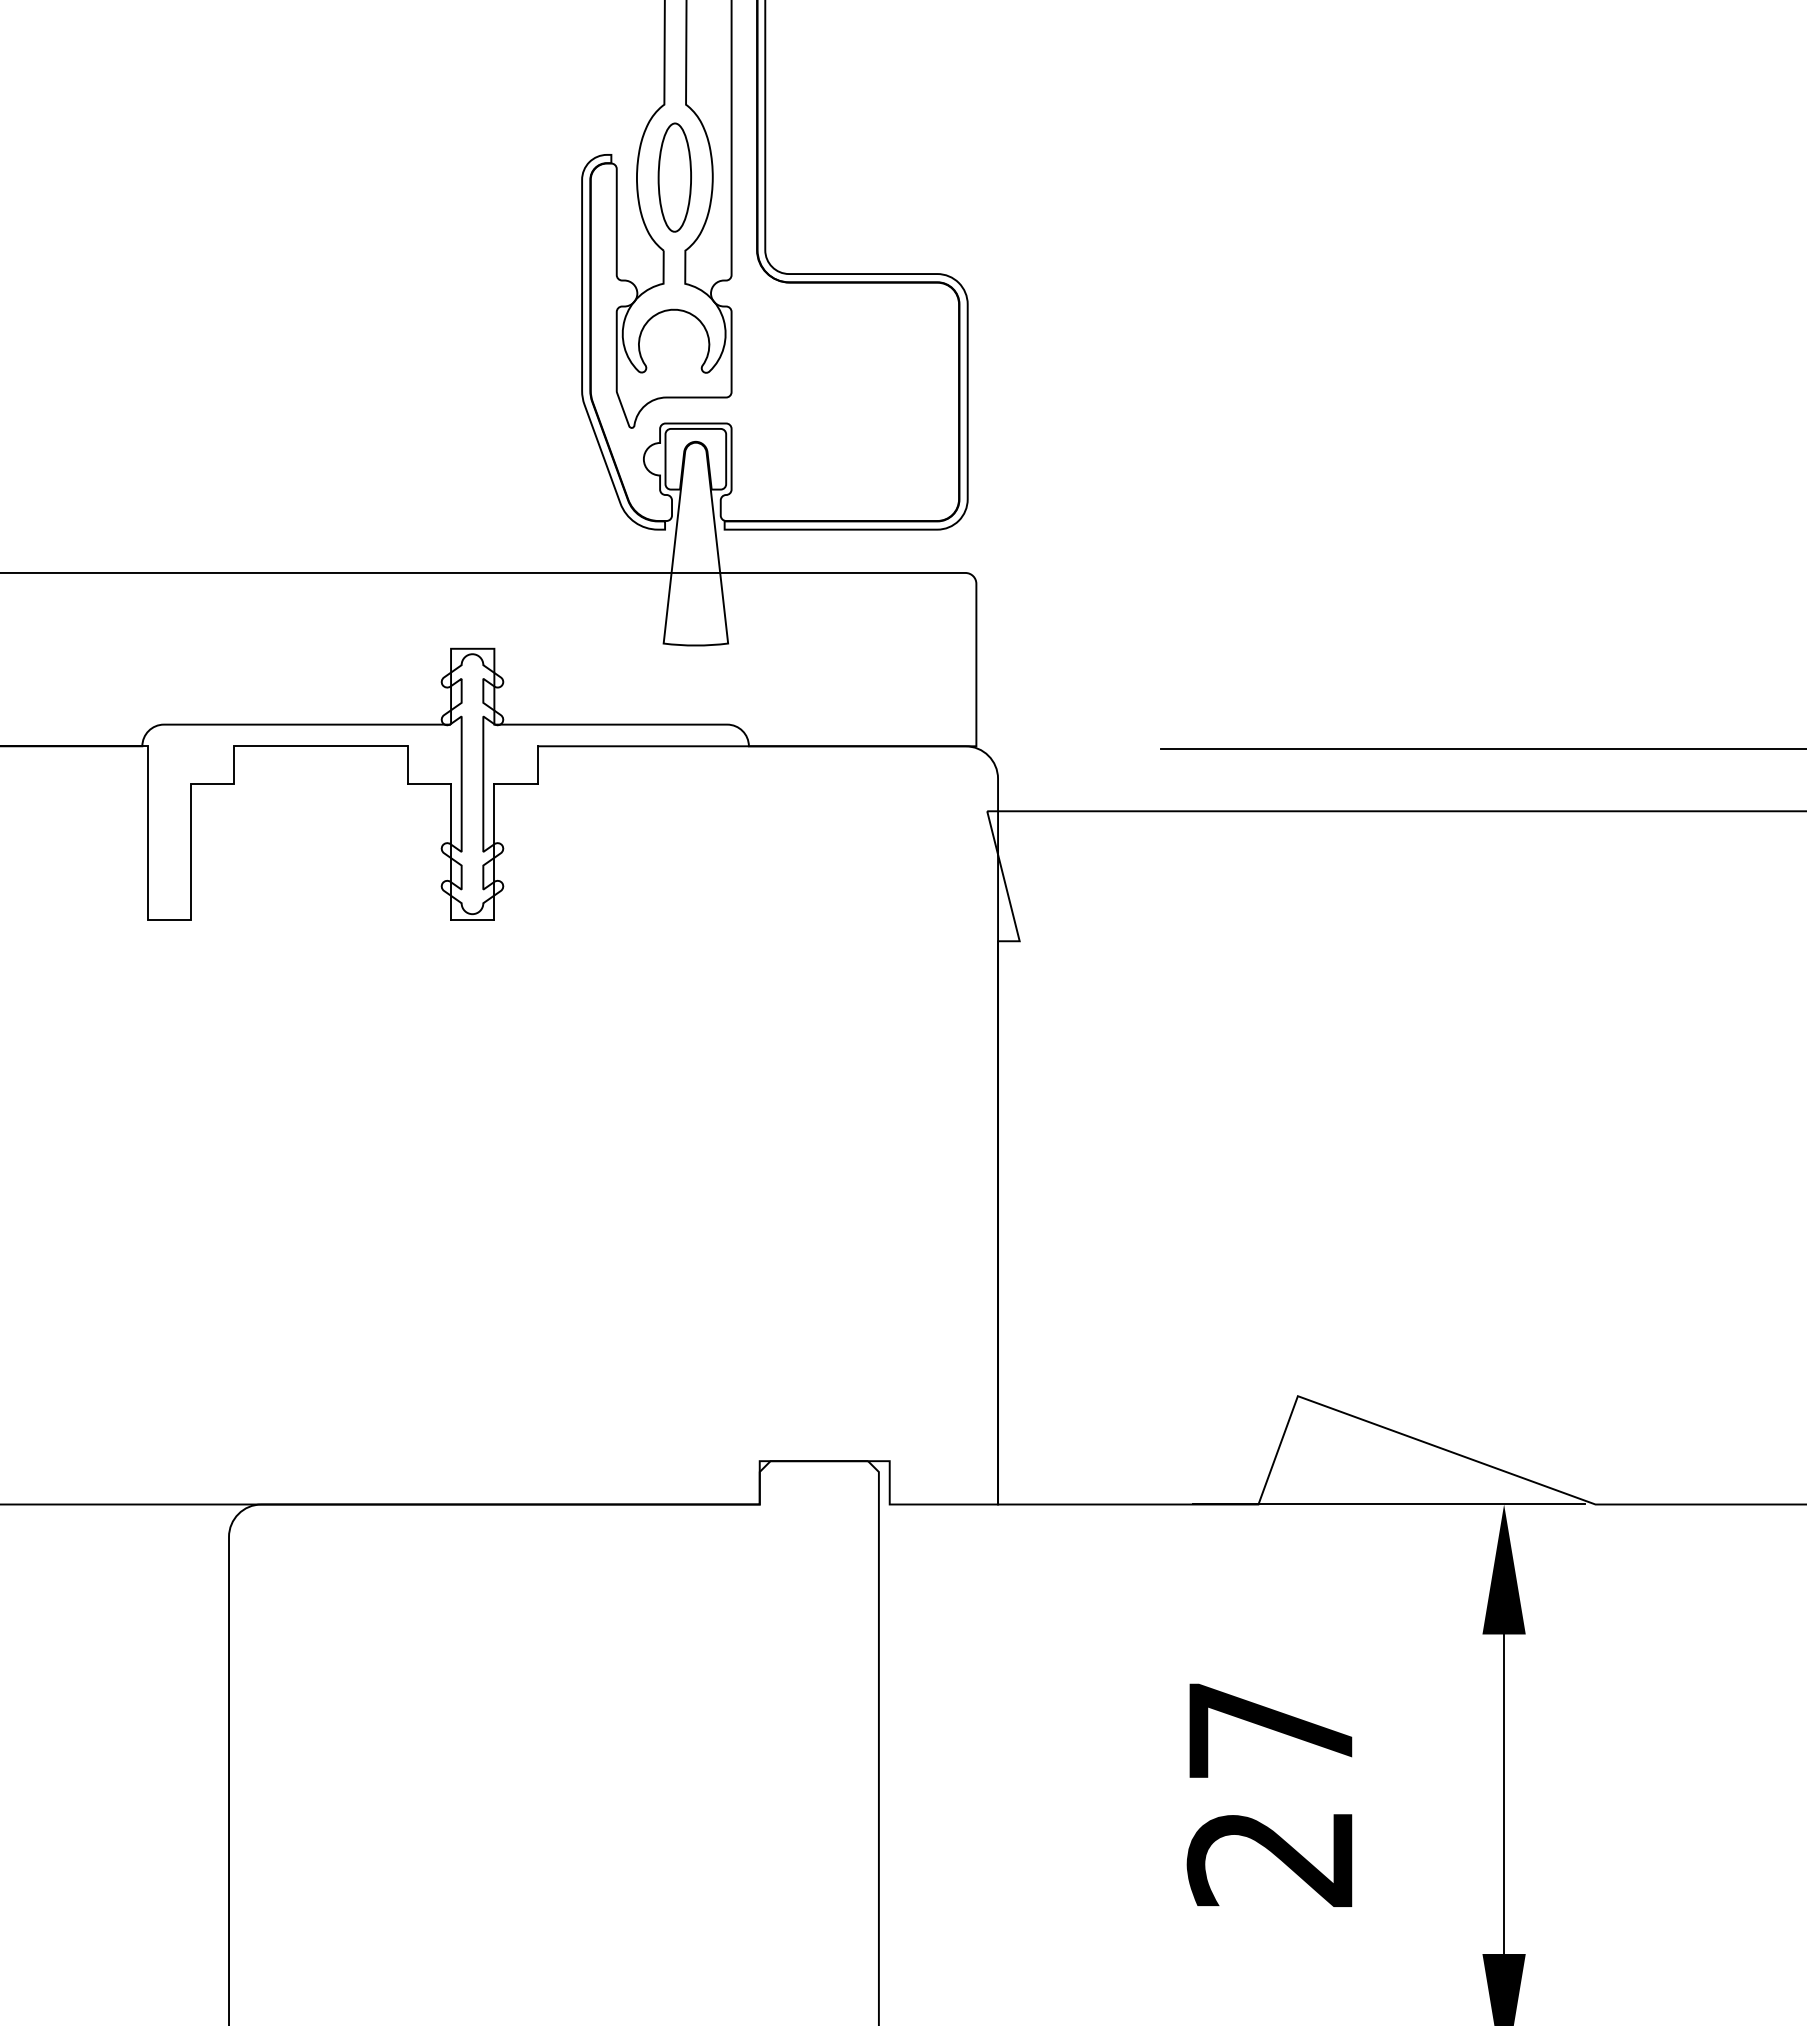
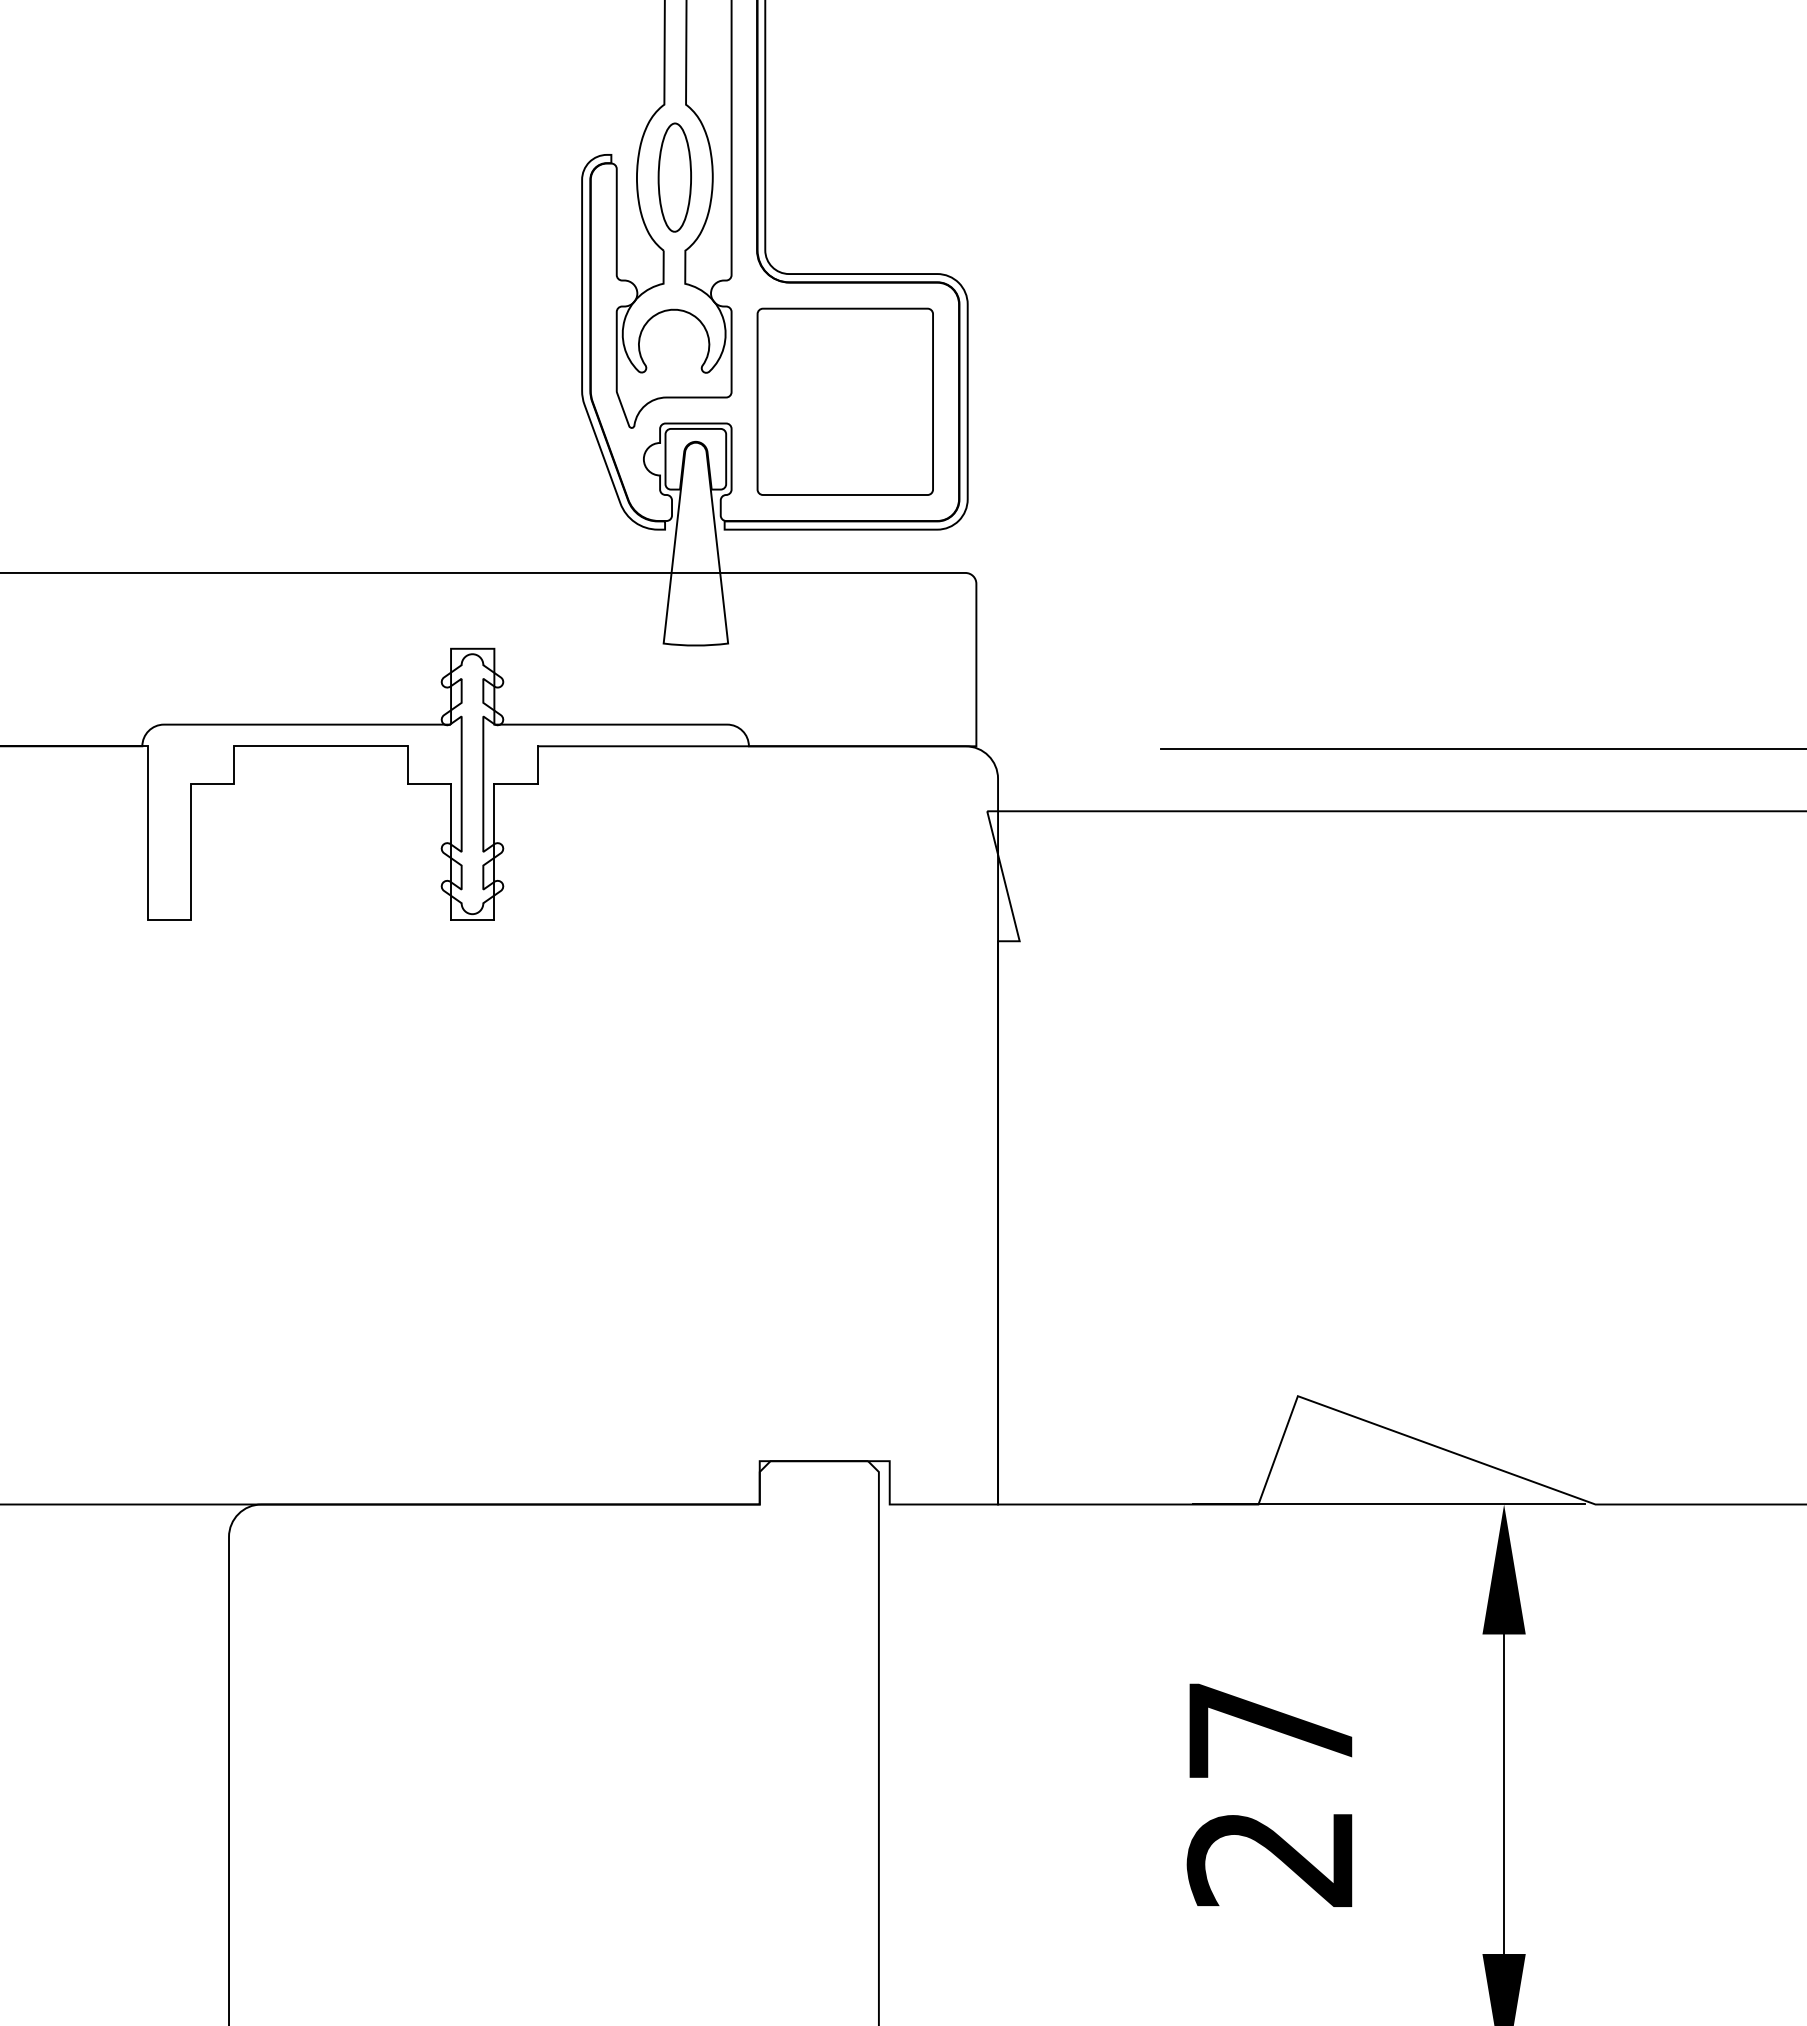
part at (844, 401): none -> present
